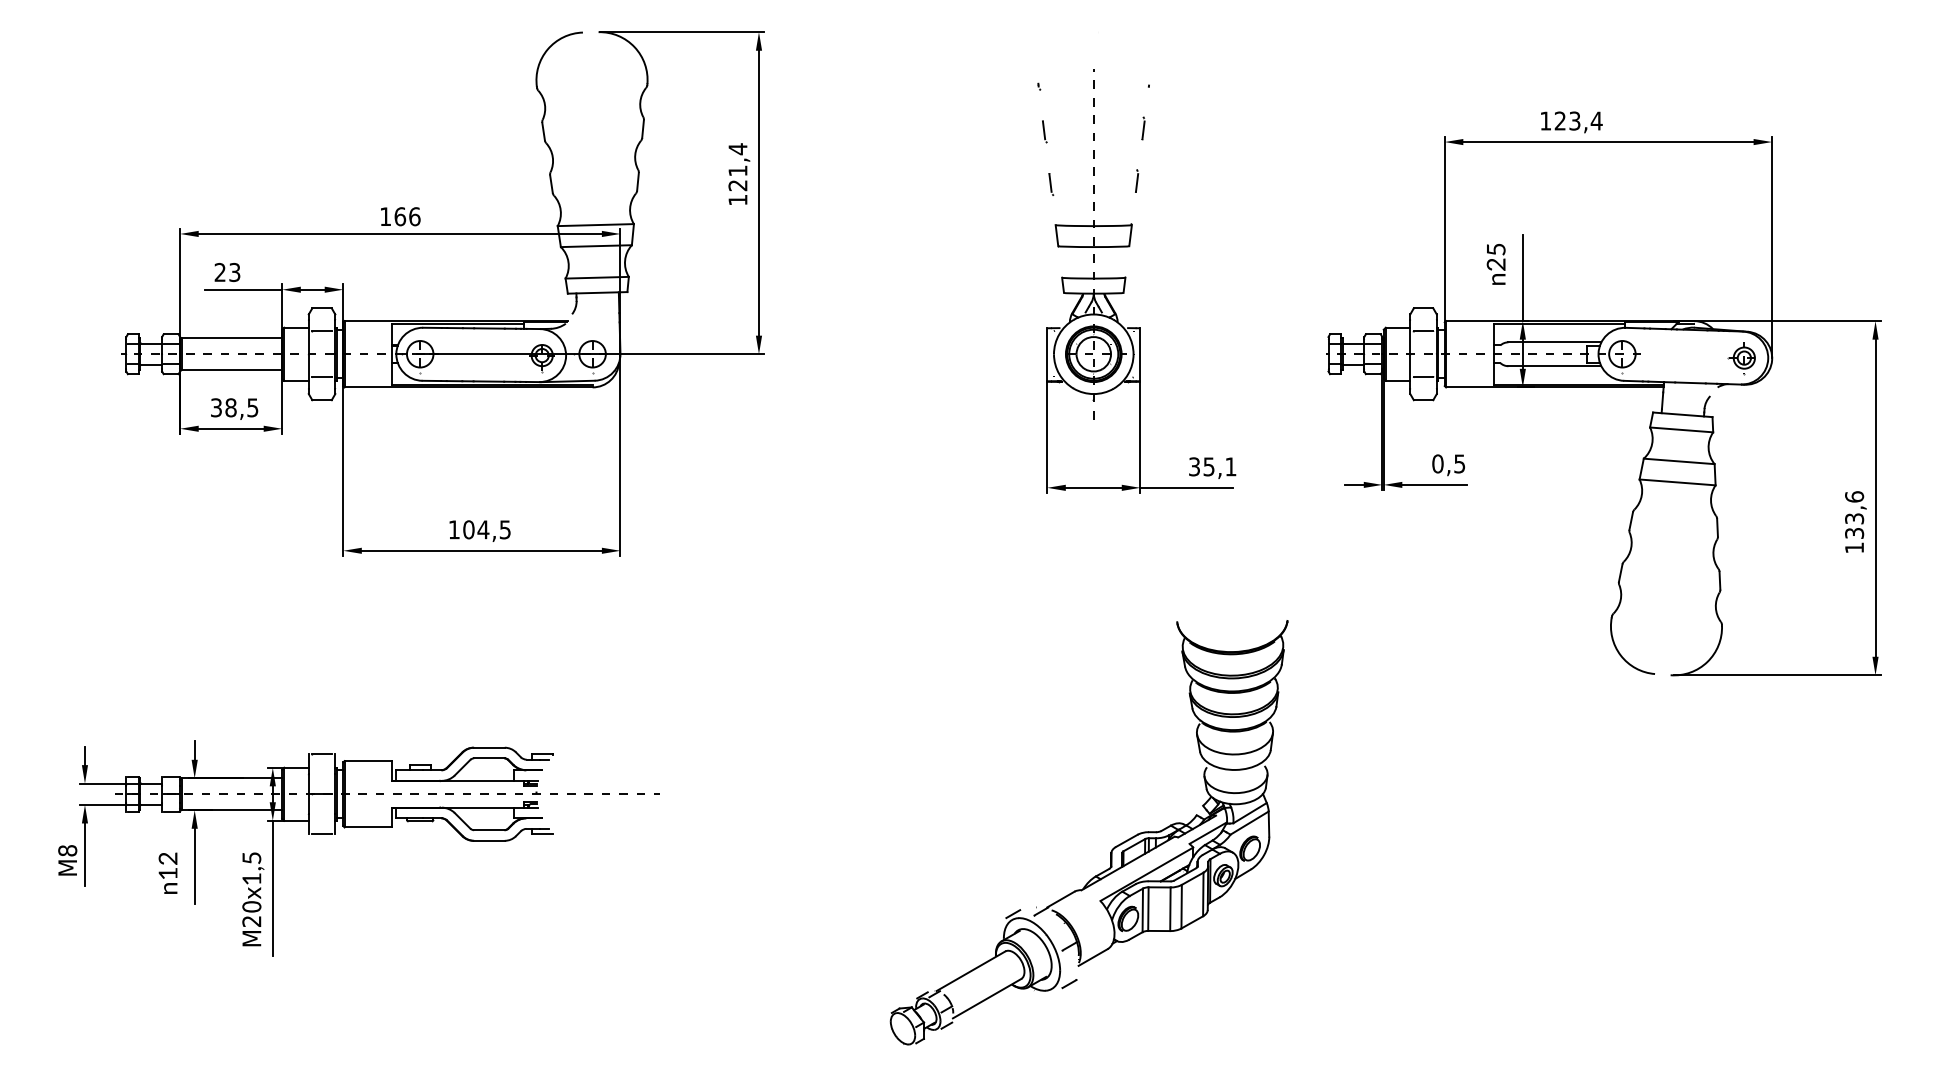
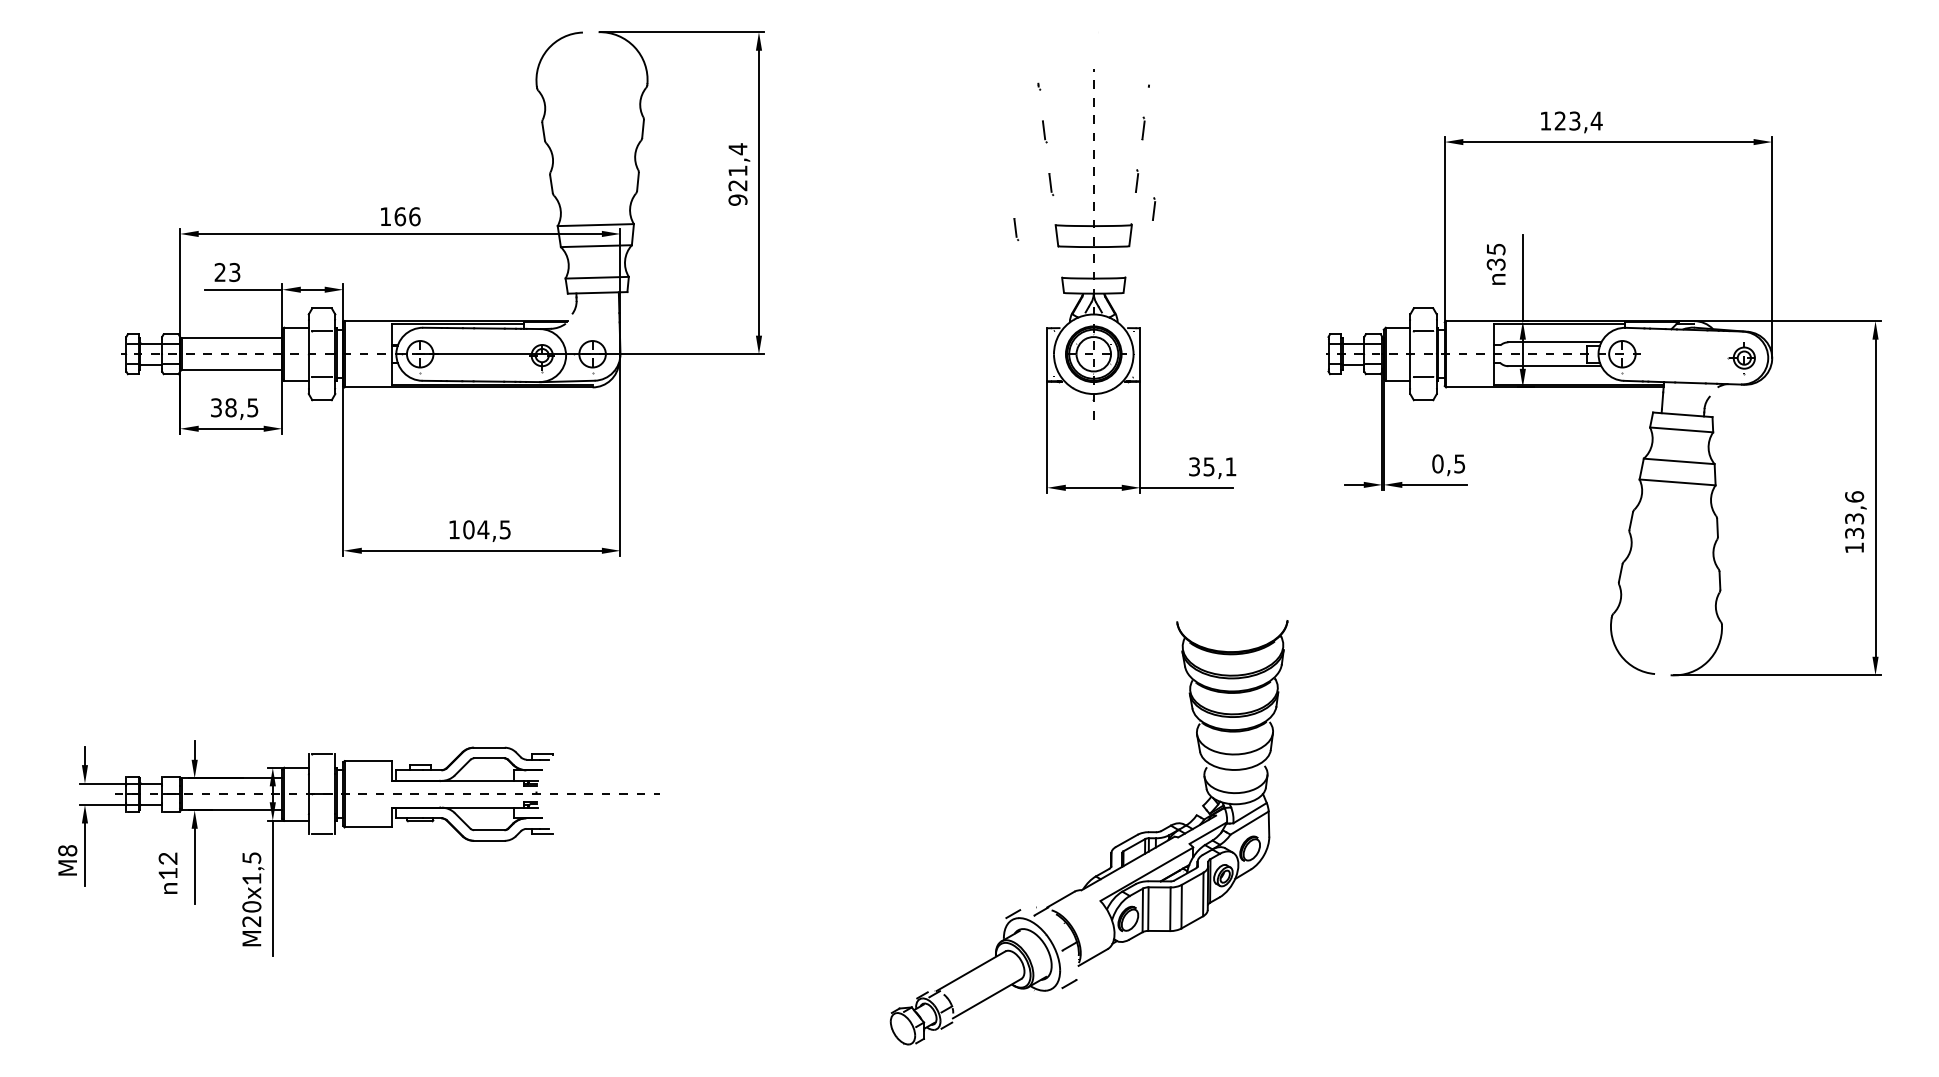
text at (737, 199): 121,4 -> 921,4
part at (1154, 208): none -> present
part at (1016, 229): none -> present
text at (1498, 264): 25 -> 35
